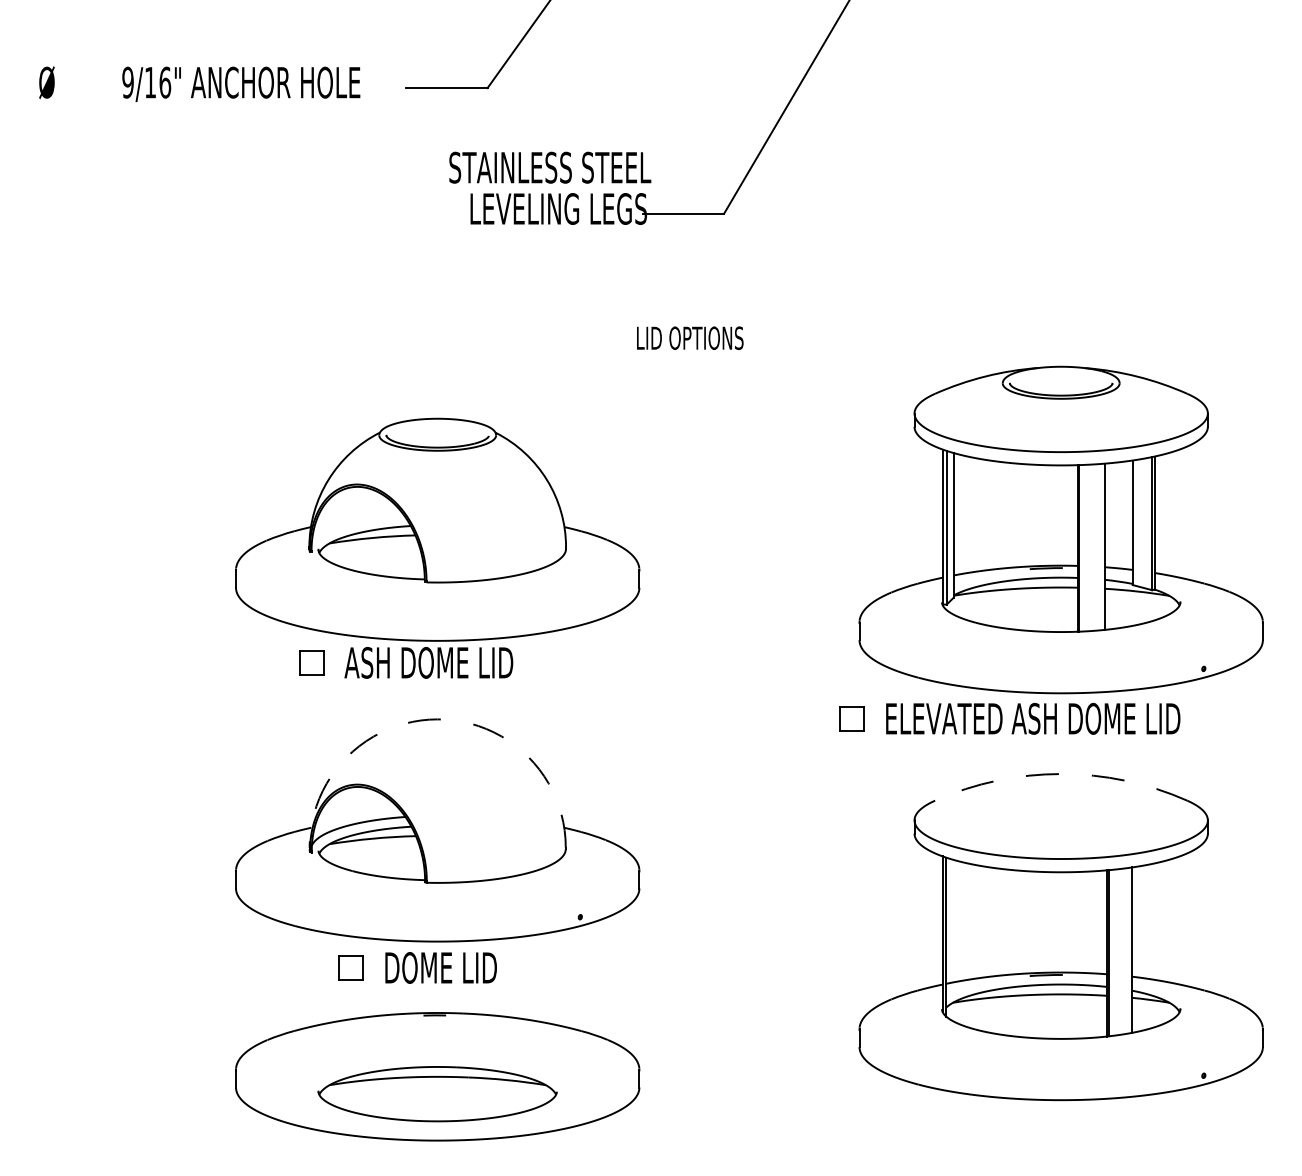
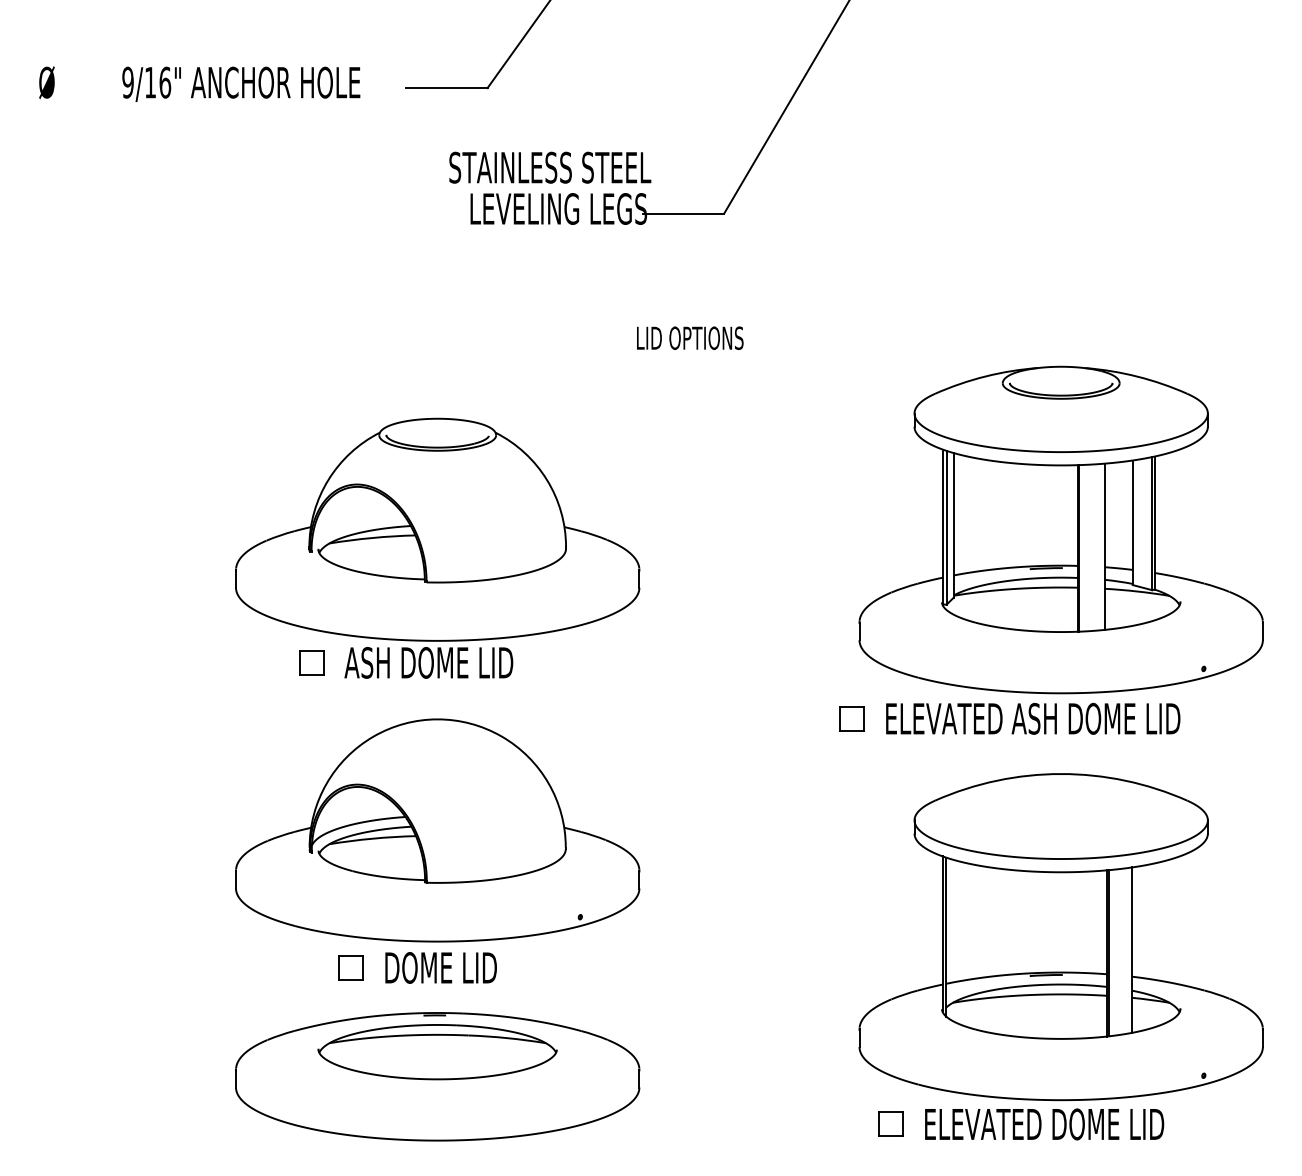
arc at (437, 719): dashed -> solid
arc at (1061, 774): dashed -> solid
part at (437, 1094) position: (437, 1094) -> (437, 1052)
part at (1021, 1124): none -> present
